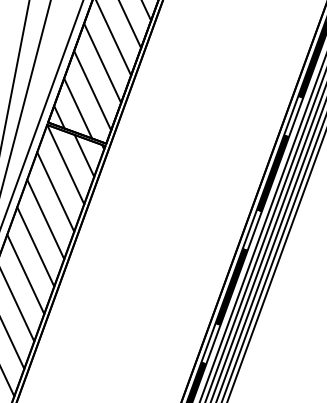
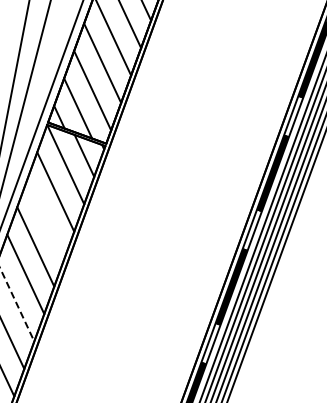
line at (45, 219): present -> none
line at (17, 305): solid -> dashed
